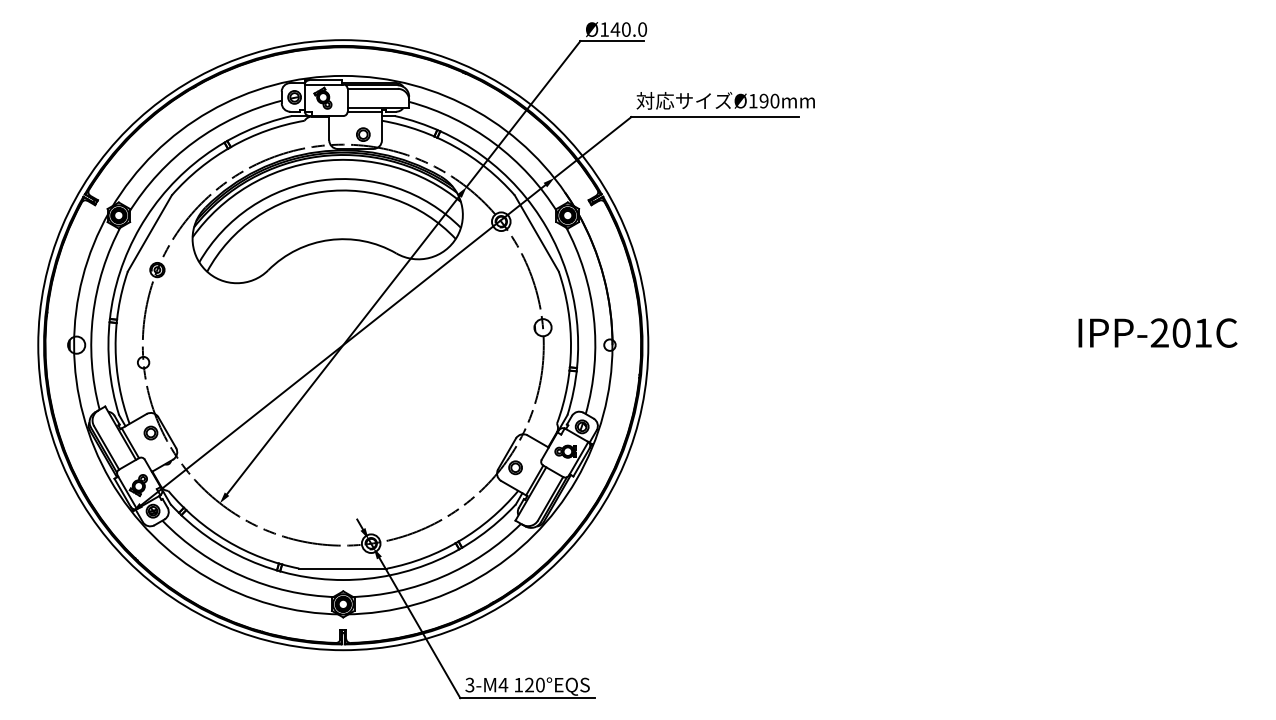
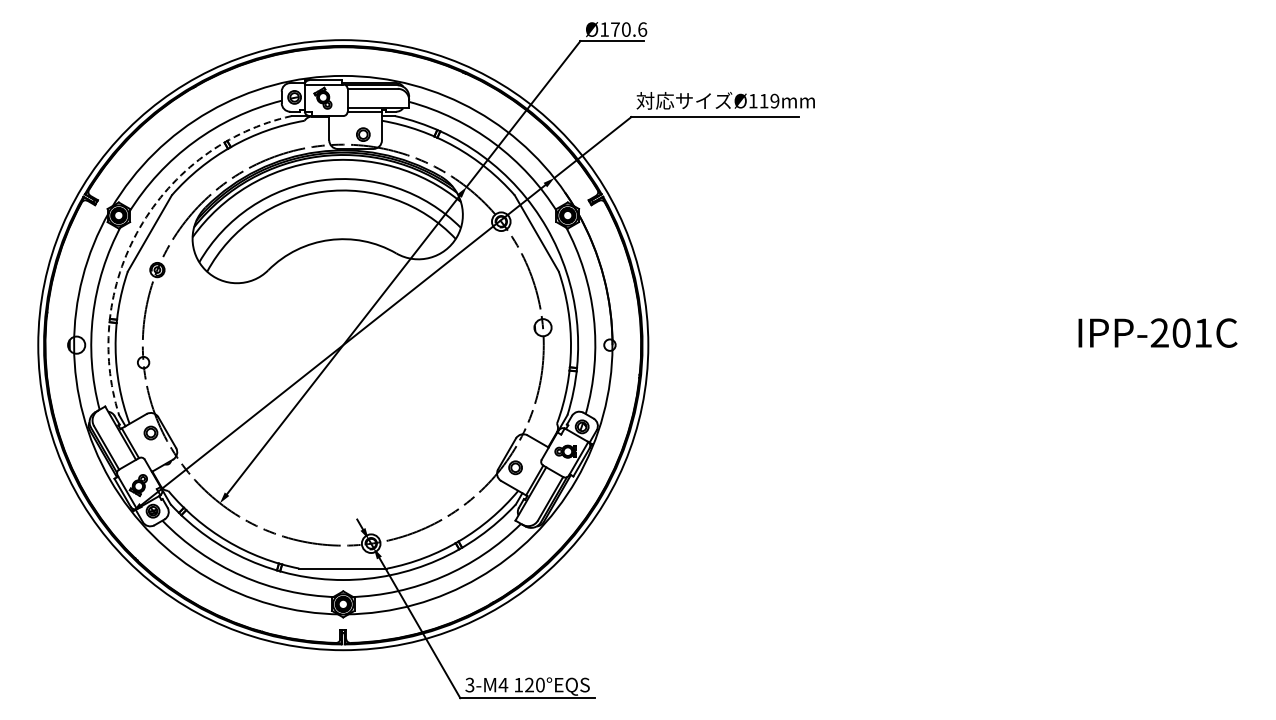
text at (628, 29): Ø140.0 -> Ø170.6
text at (769, 100): Ø190mm -> Ø119mm
arc at (139, 227): solid -> dashed
